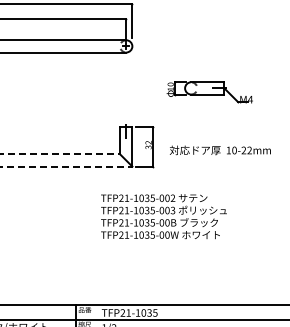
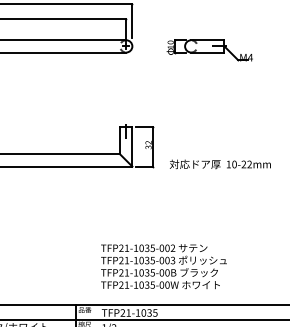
part at (209, 92) position: (209, 92) -> (209, 50)
text at (220, 150) position: (220, 150) -> (220, 164)
line at (60, 154): dashed -> solid
line at (66, 166): dashed -> solid
text at (163, 216) position: (163, 216) -> (163, 266)
